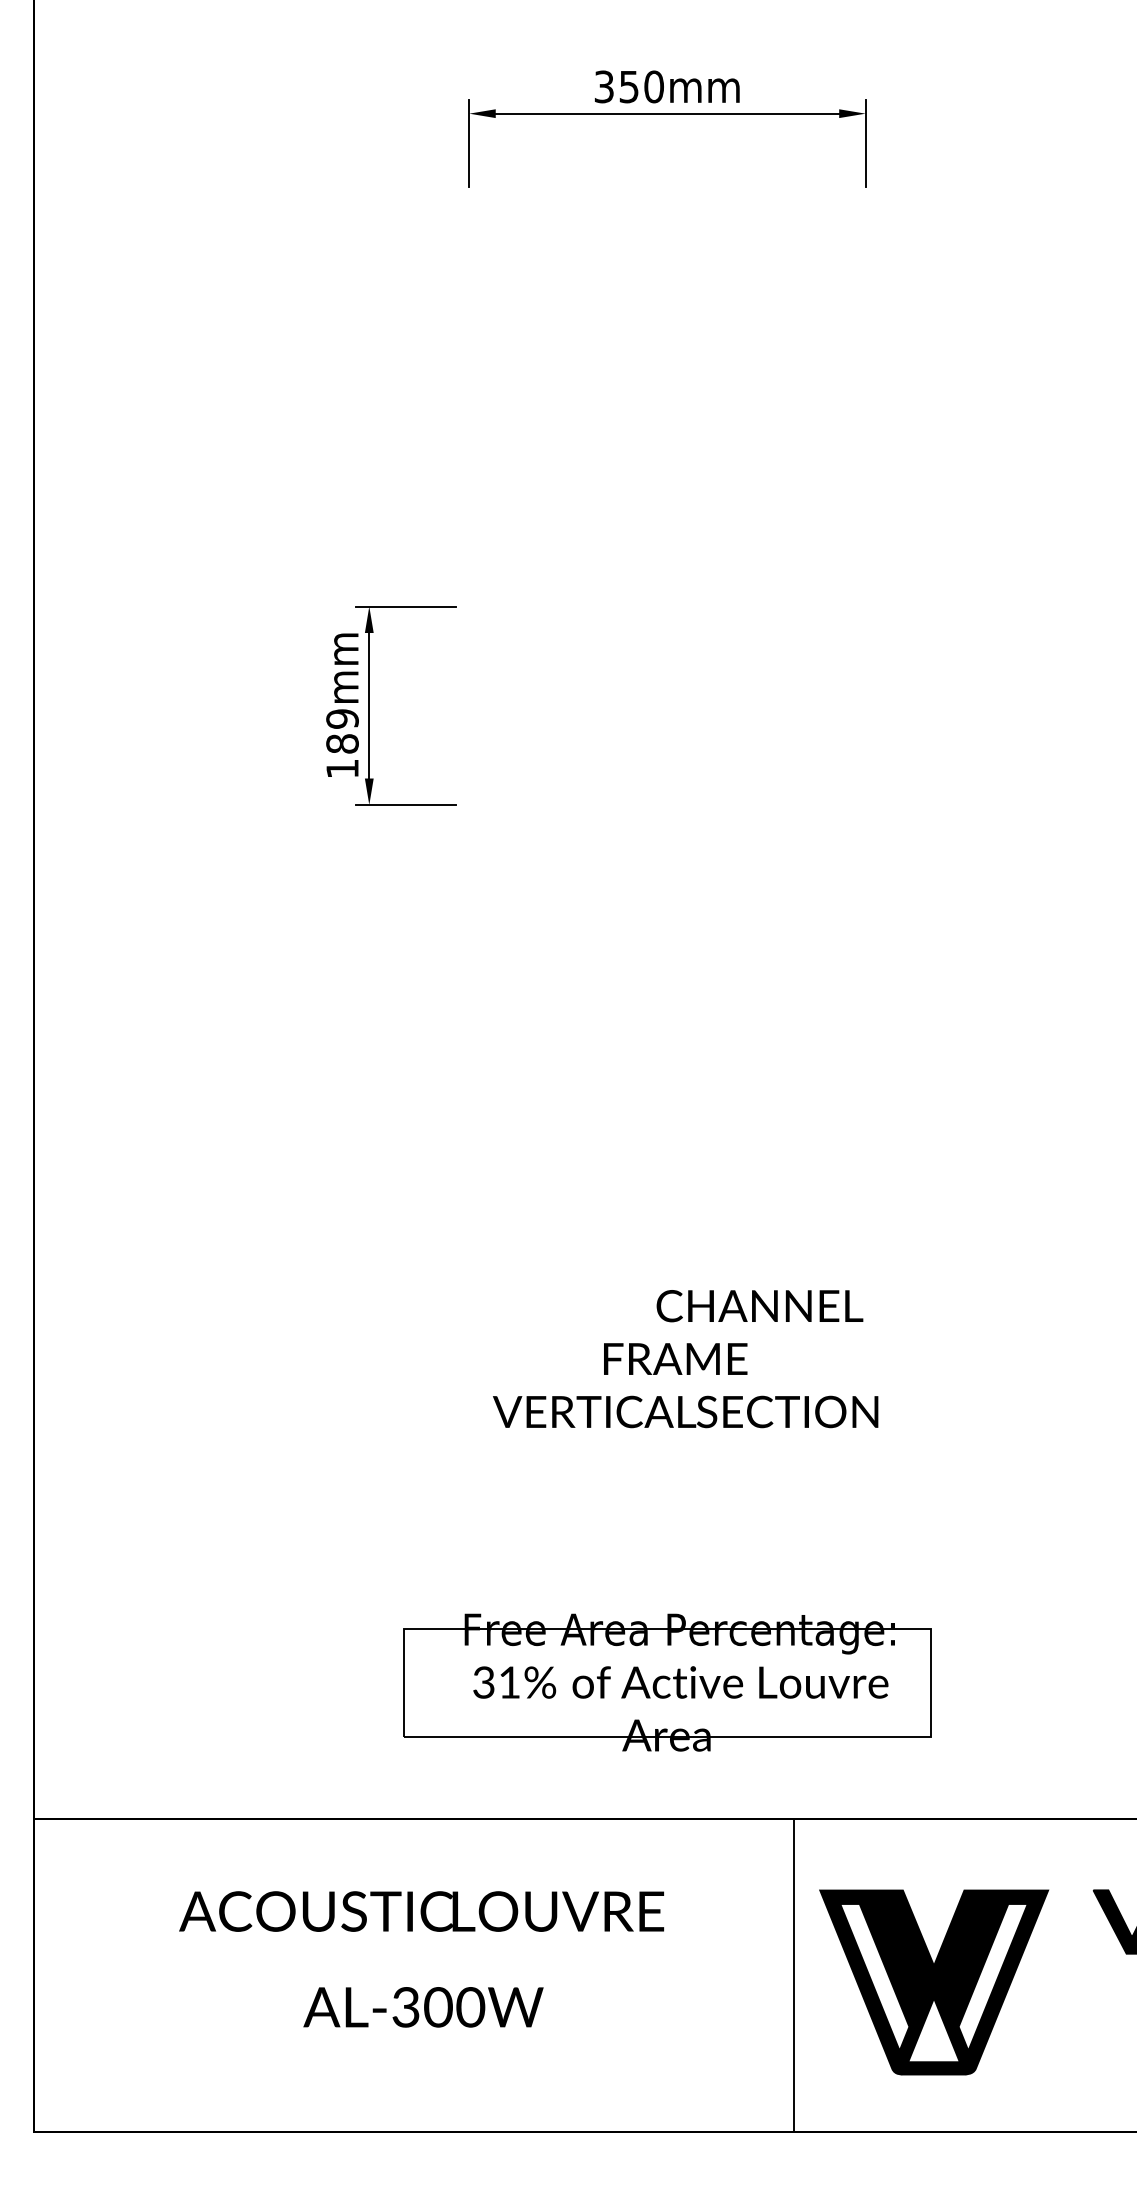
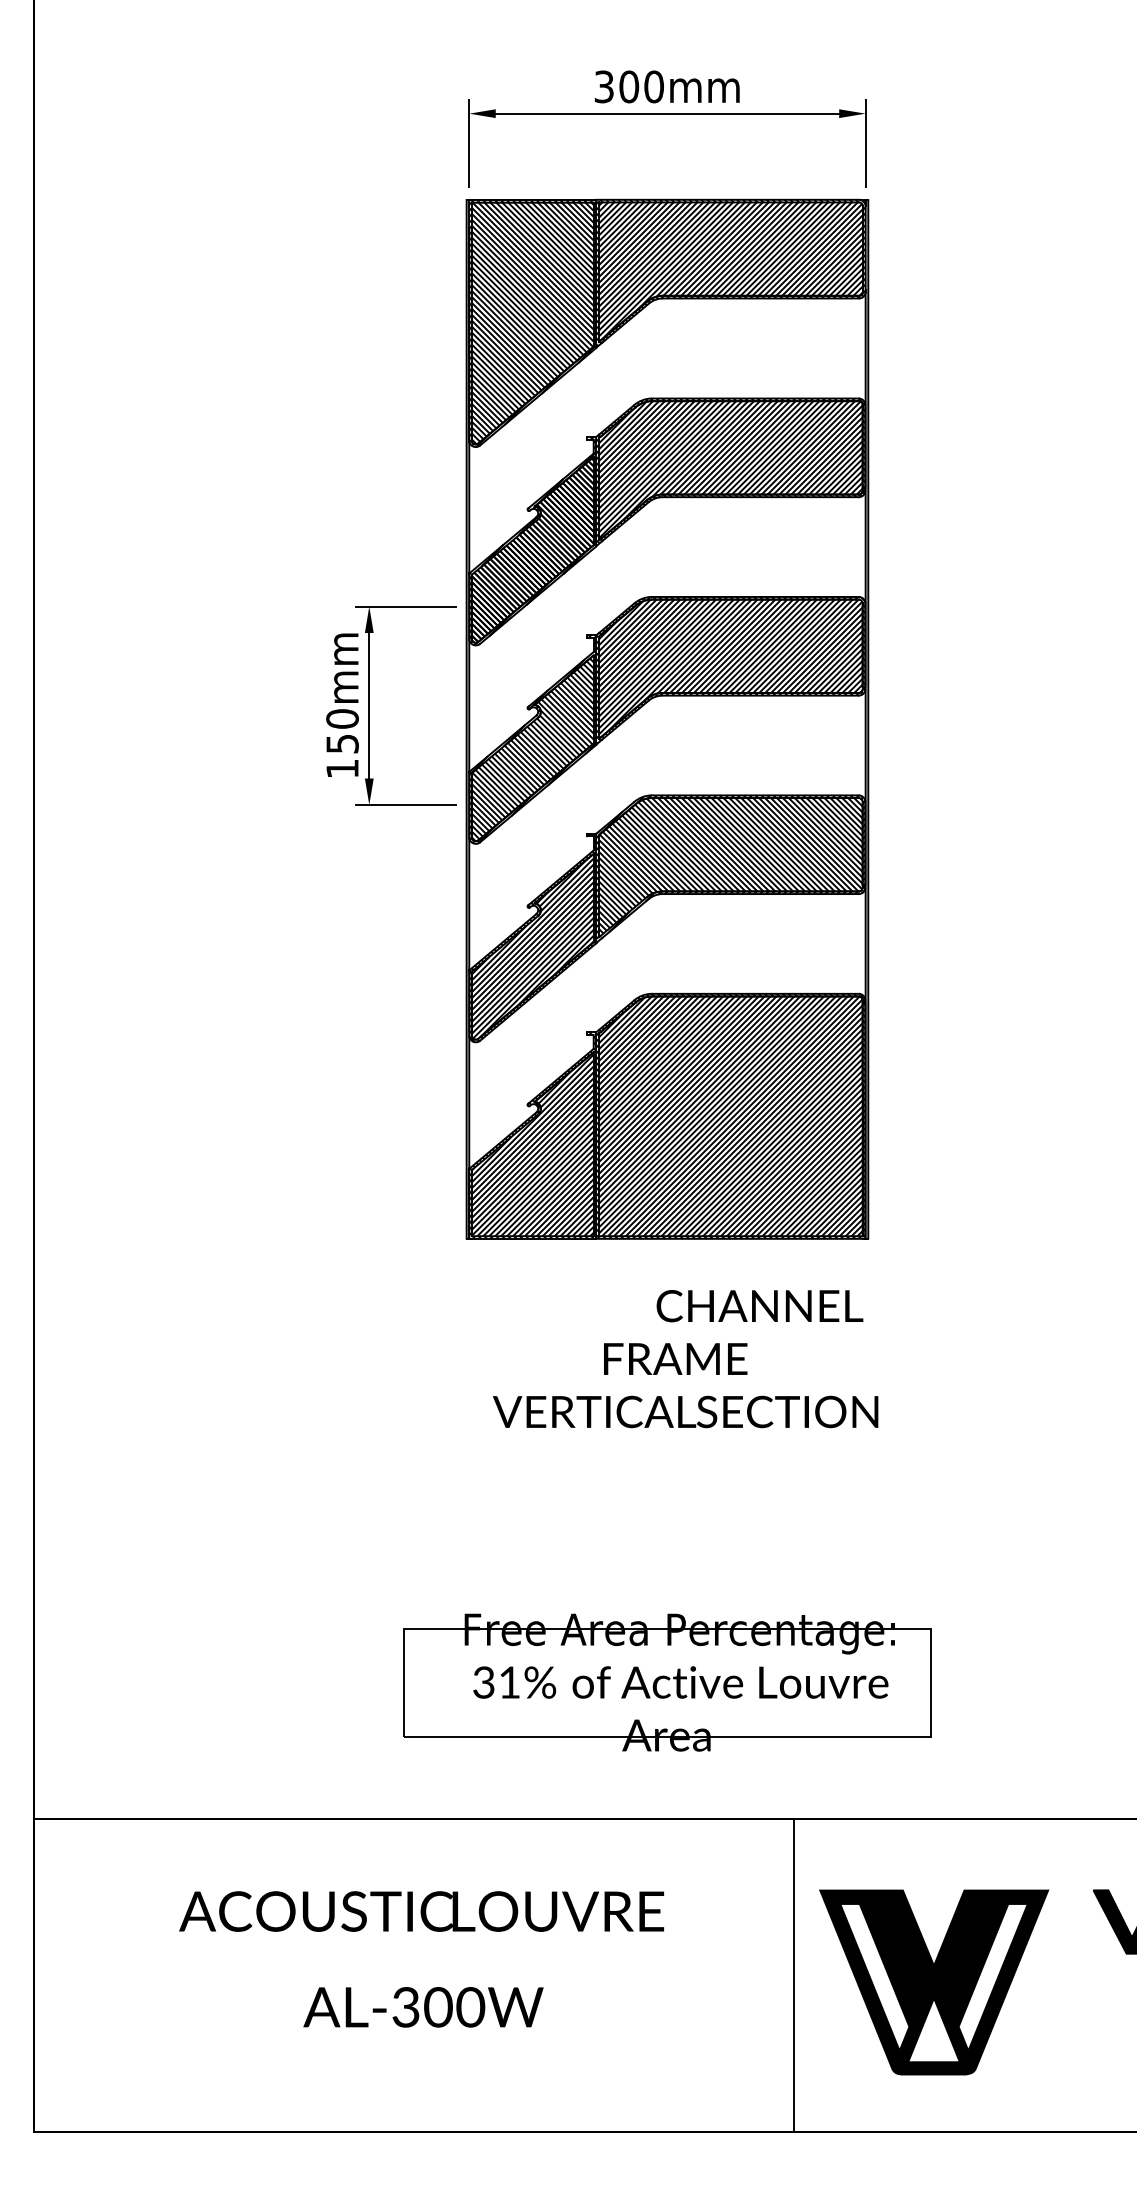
text at (629, 86): 350mm -> 300mm
part at (667, 718): none -> present
text at (342, 731): 189mm -> 150mm
